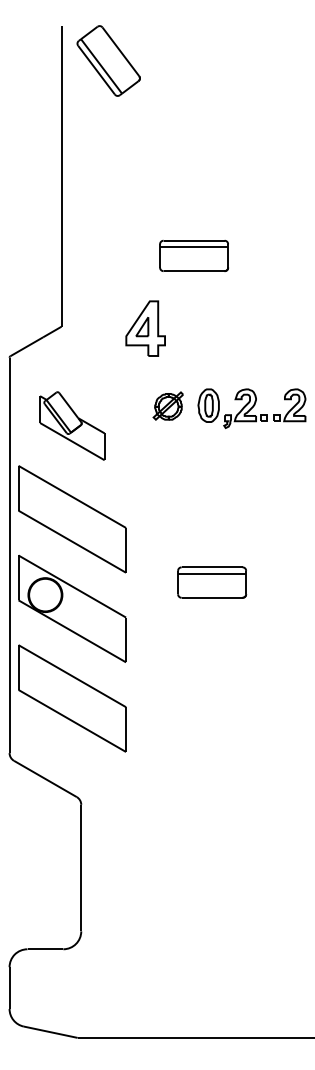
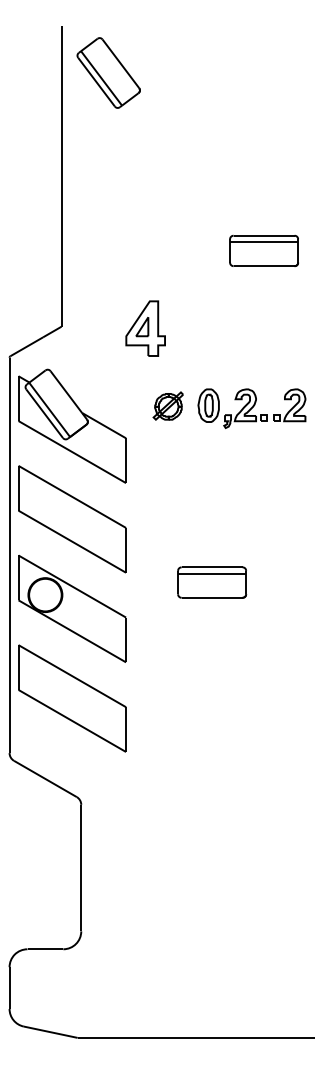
part at (108, 60) position: (108, 60) -> (108, 72)
part at (193, 255) position: (193, 255) -> (263, 250)
part at (72, 425) size: 67x70 px -> 109x116 px
